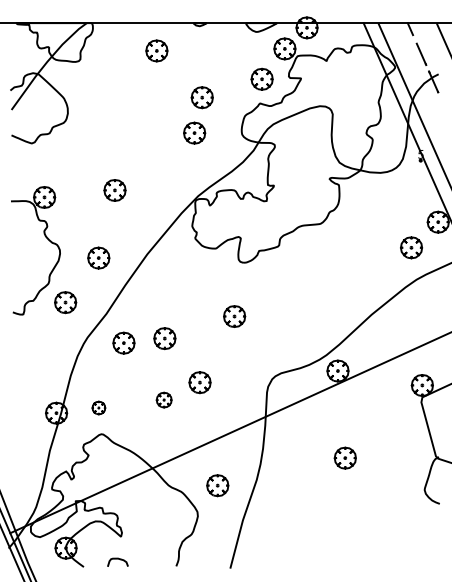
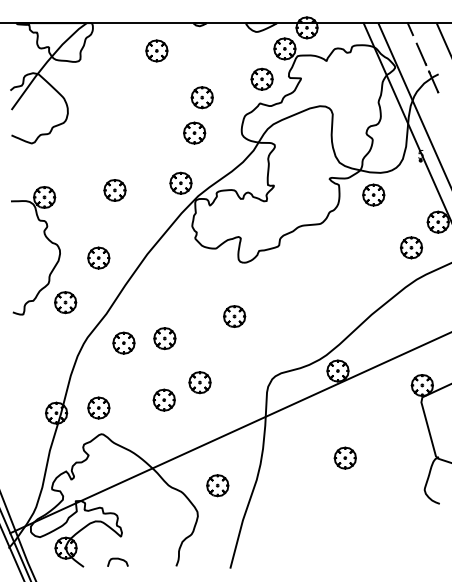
part at (180, 182): none -> present
part at (373, 194): none -> present
part at (163, 399) size: 18x18 px -> 24x24 px
part at (98, 407) size: 16x16 px -> 24x24 px
